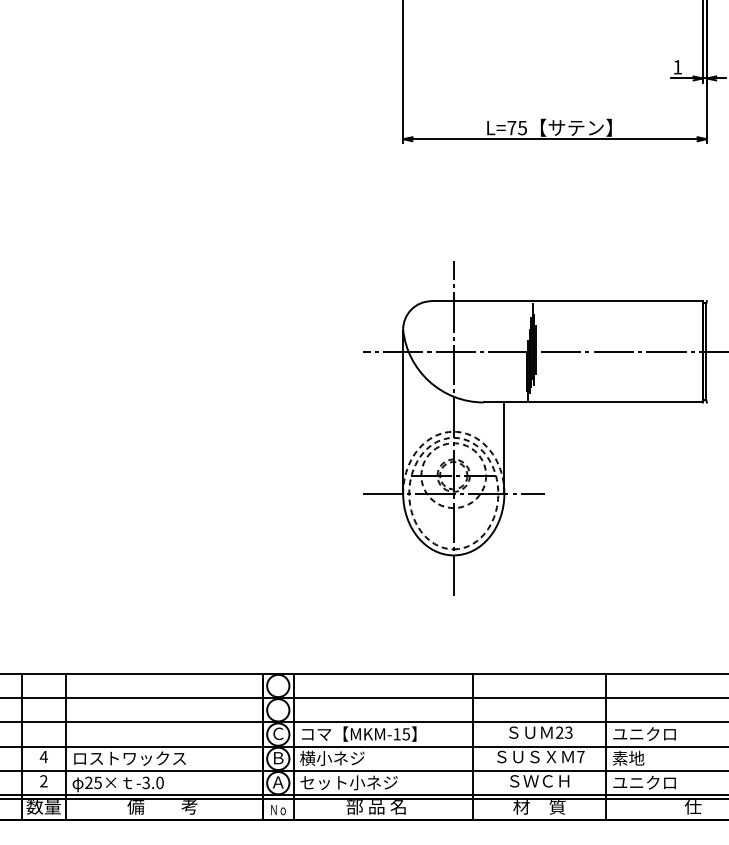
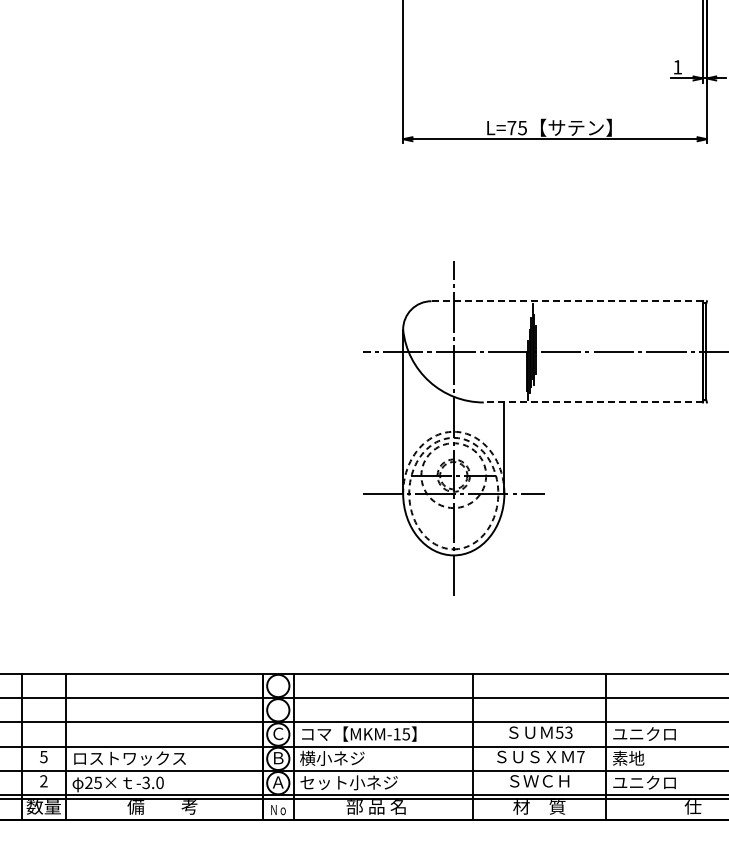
line at (567, 301): solid -> dashed
line at (593, 402): solid -> dashed
text at (559, 732): 23 -> 53
text at (43, 757): 4 -> 5
